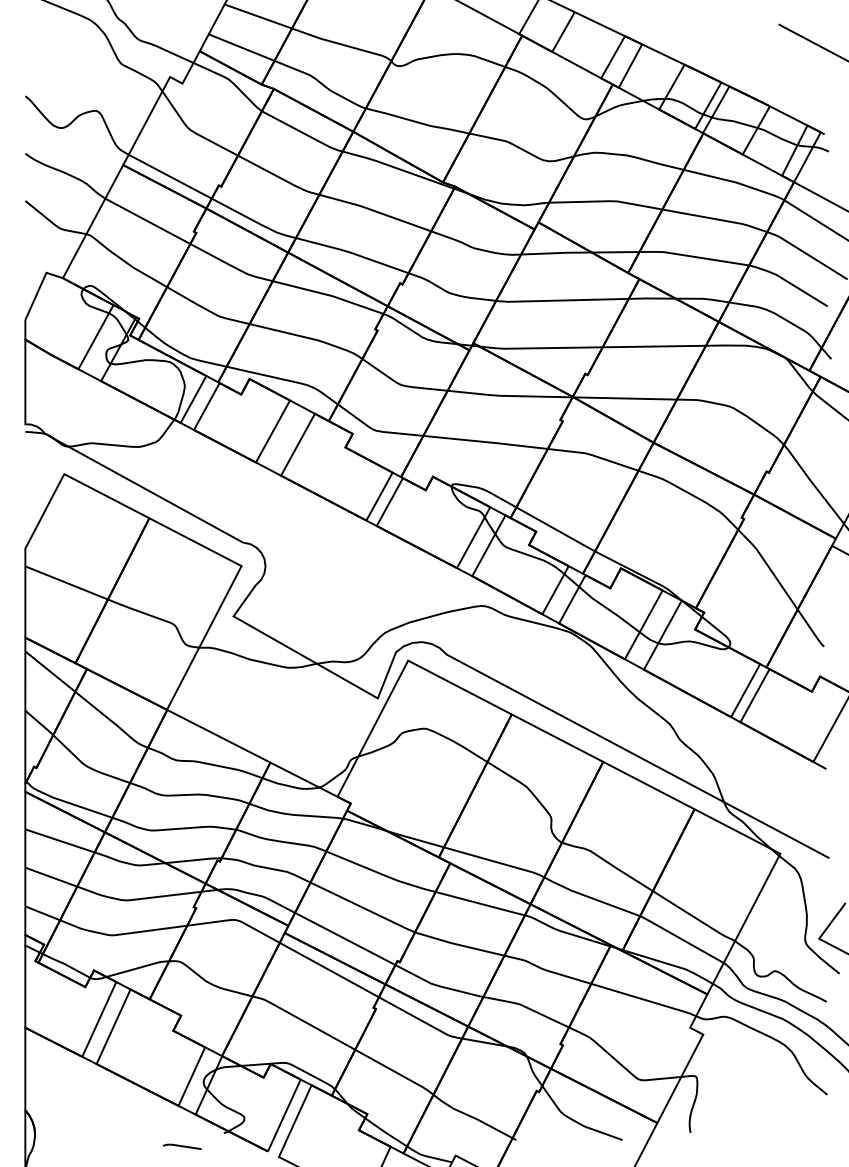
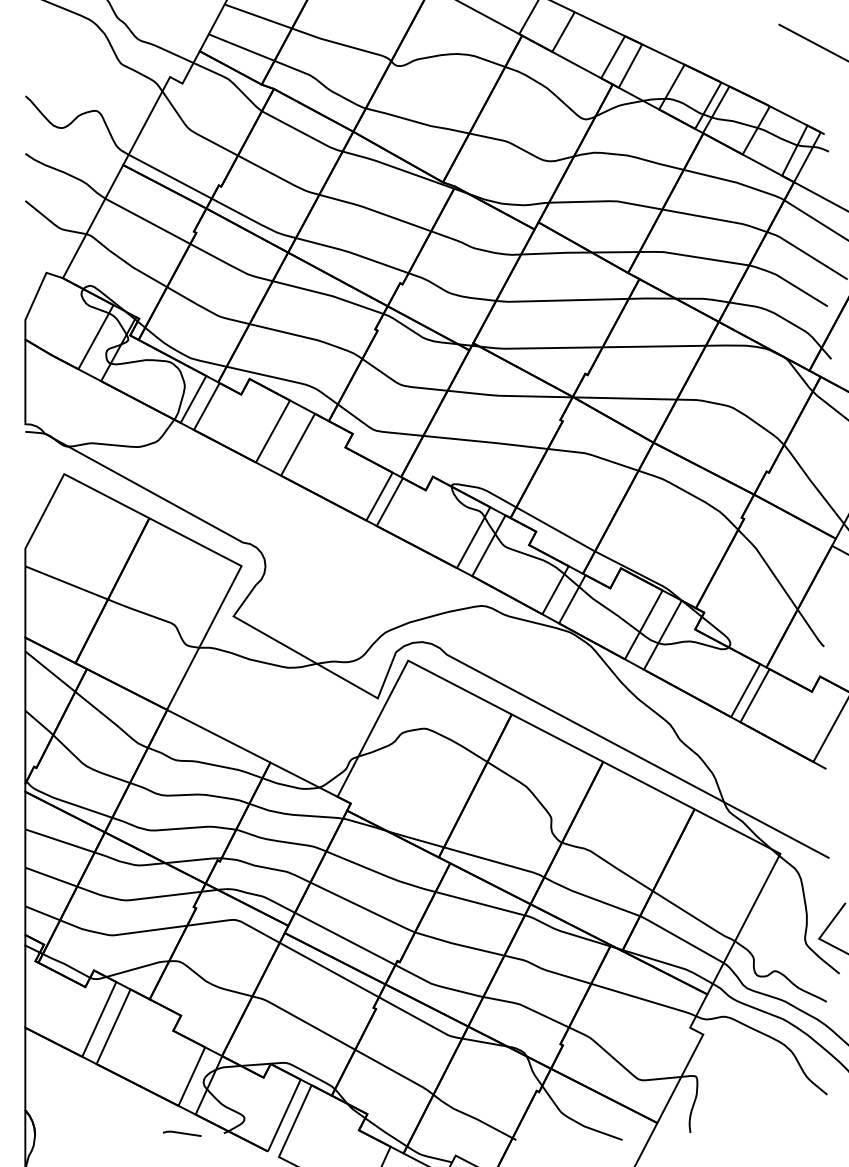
line at (182, 1146) position: (182, 1146) -> (182, 1133)
